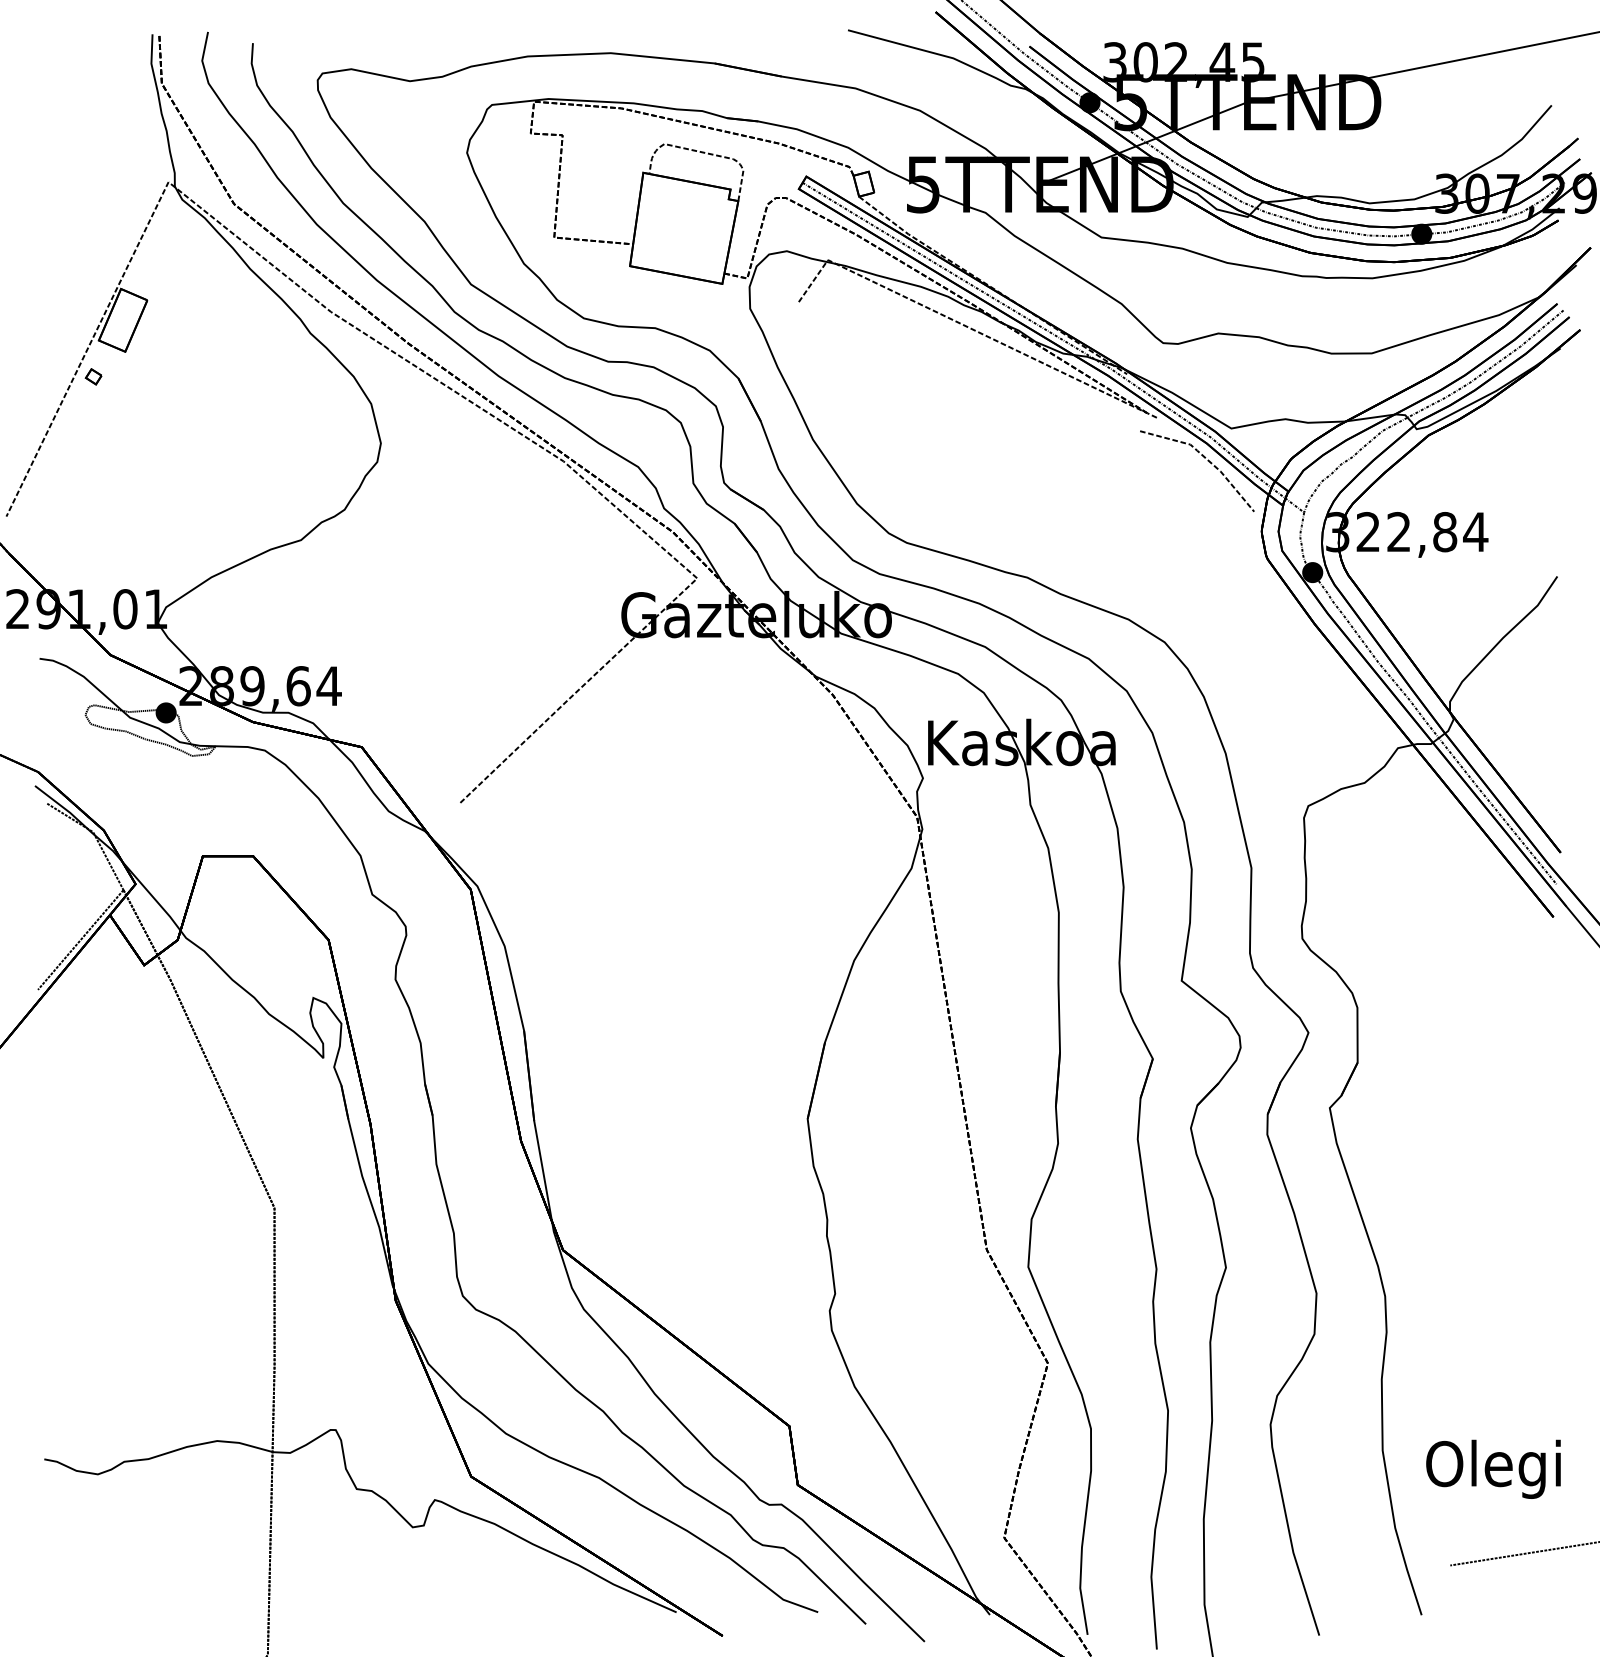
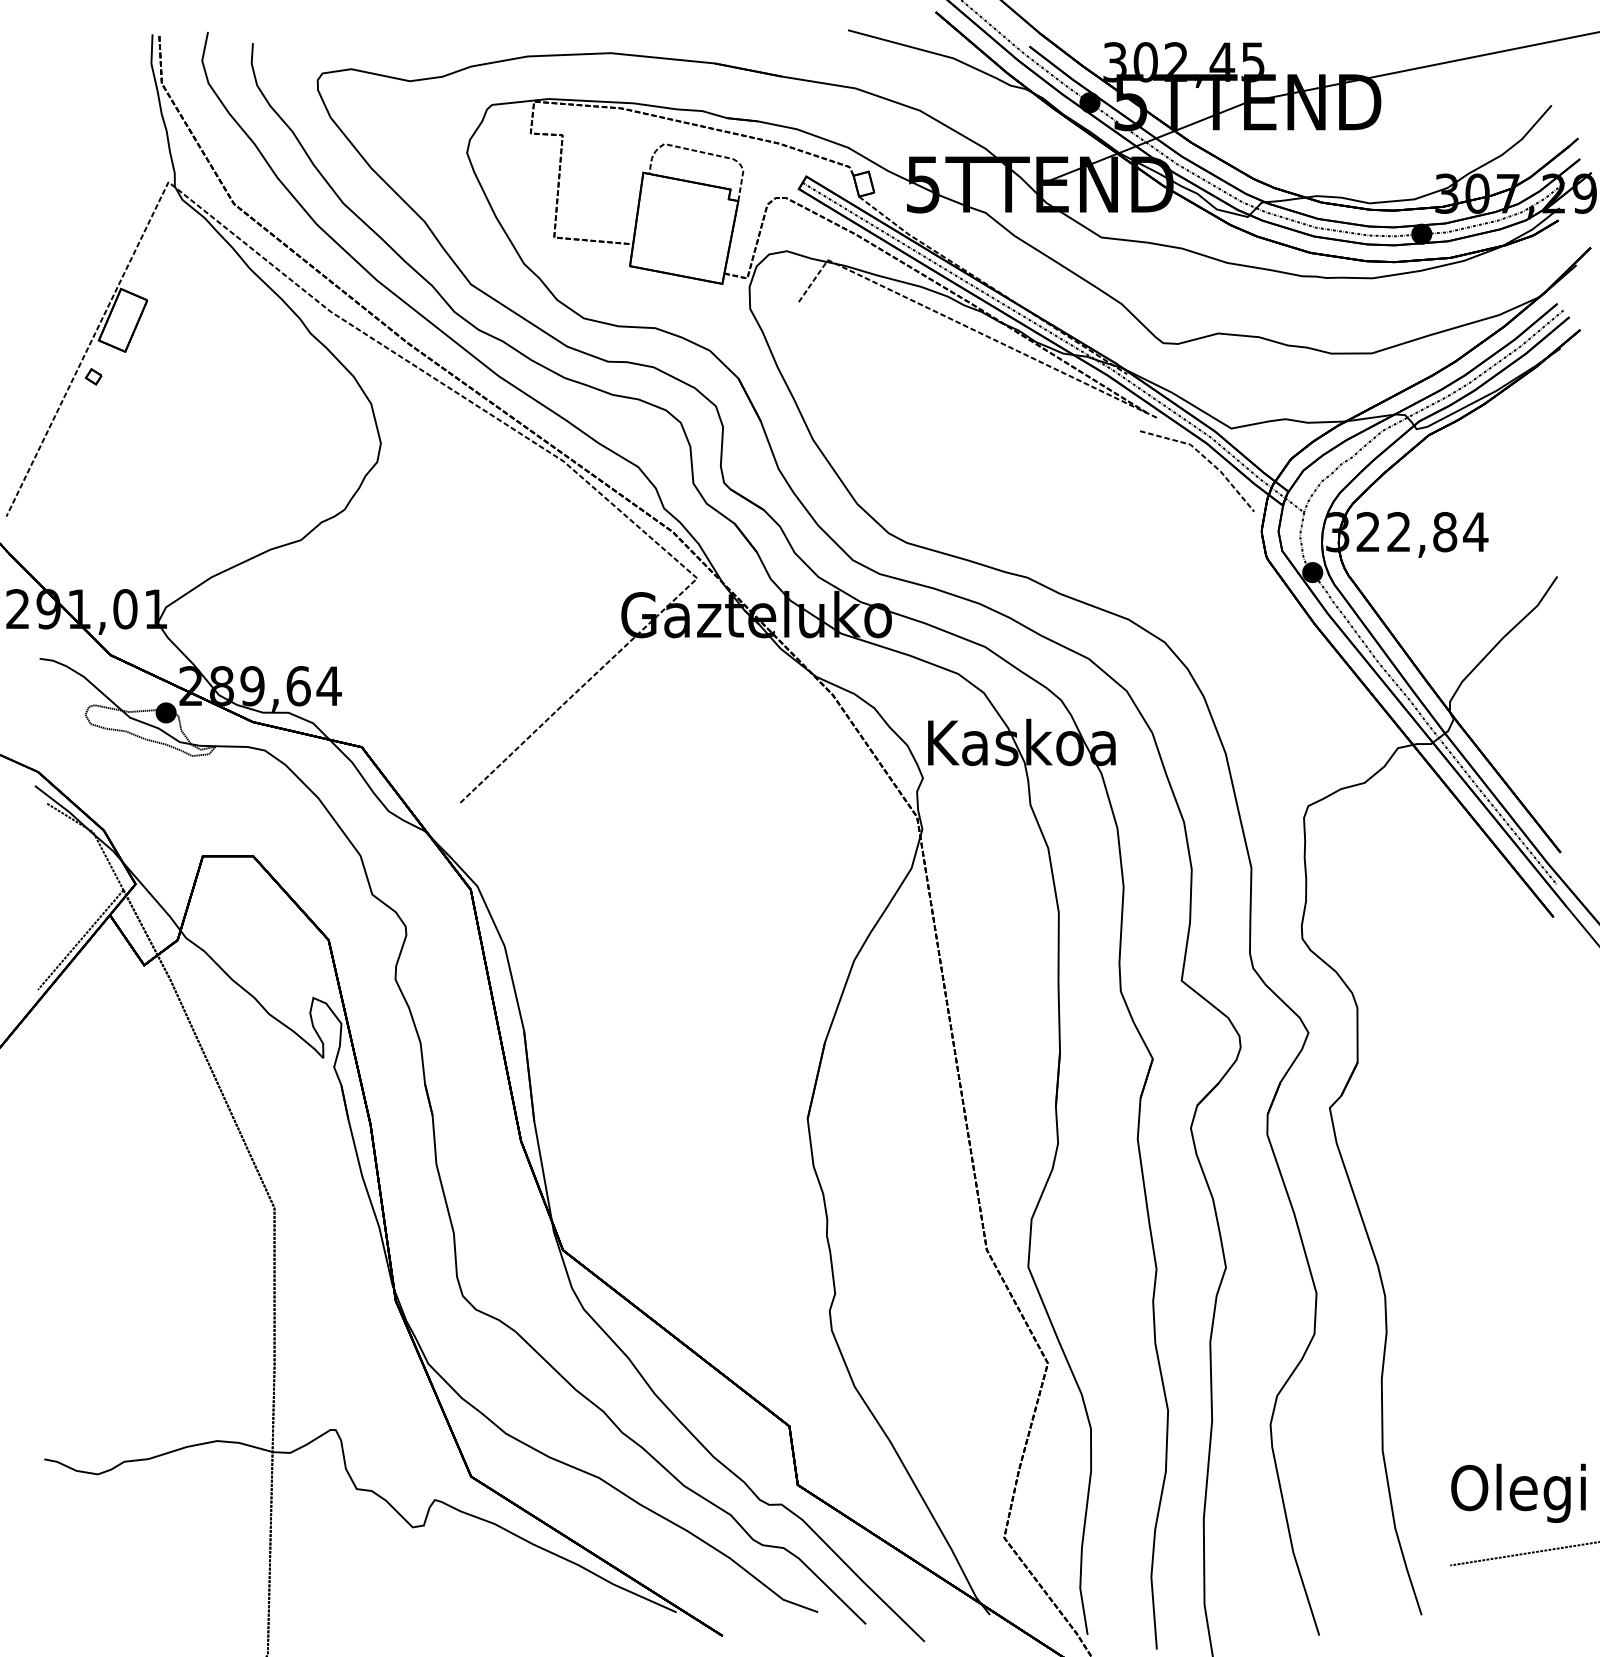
text at (1493, 1468) position: (1493, 1468) -> (1518, 1492)
